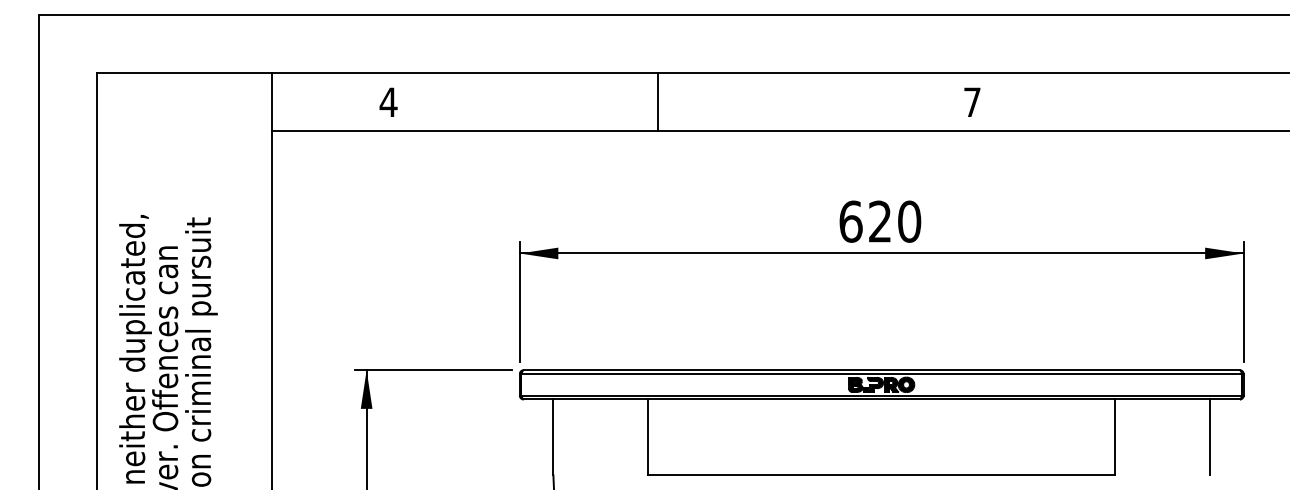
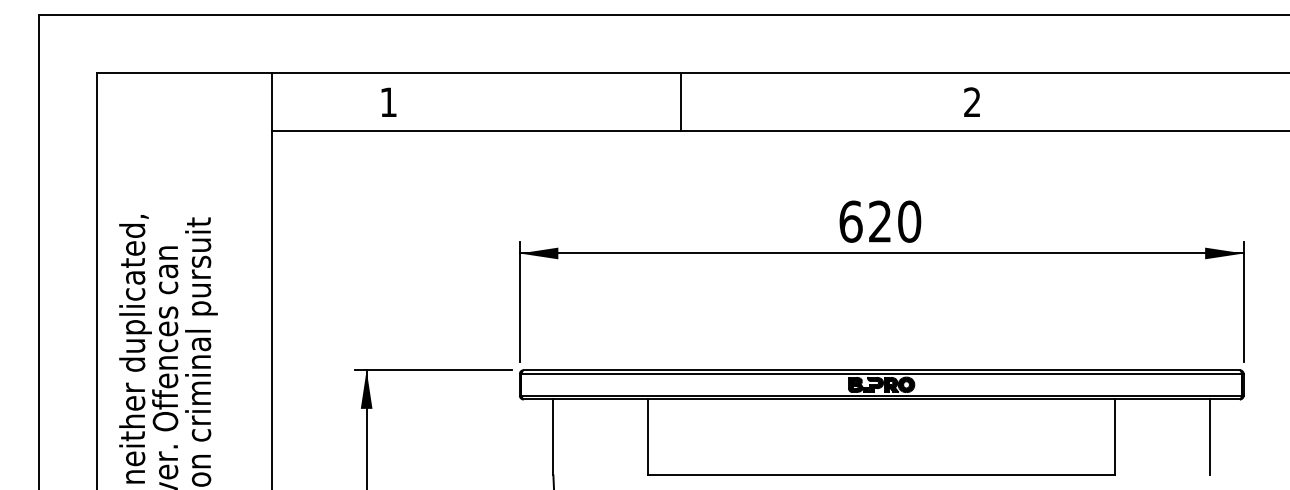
text at (388, 101): 4 -> 1
line at (657, 101) position: (657, 101) -> (680, 101)
text at (972, 101): 7 -> 2
